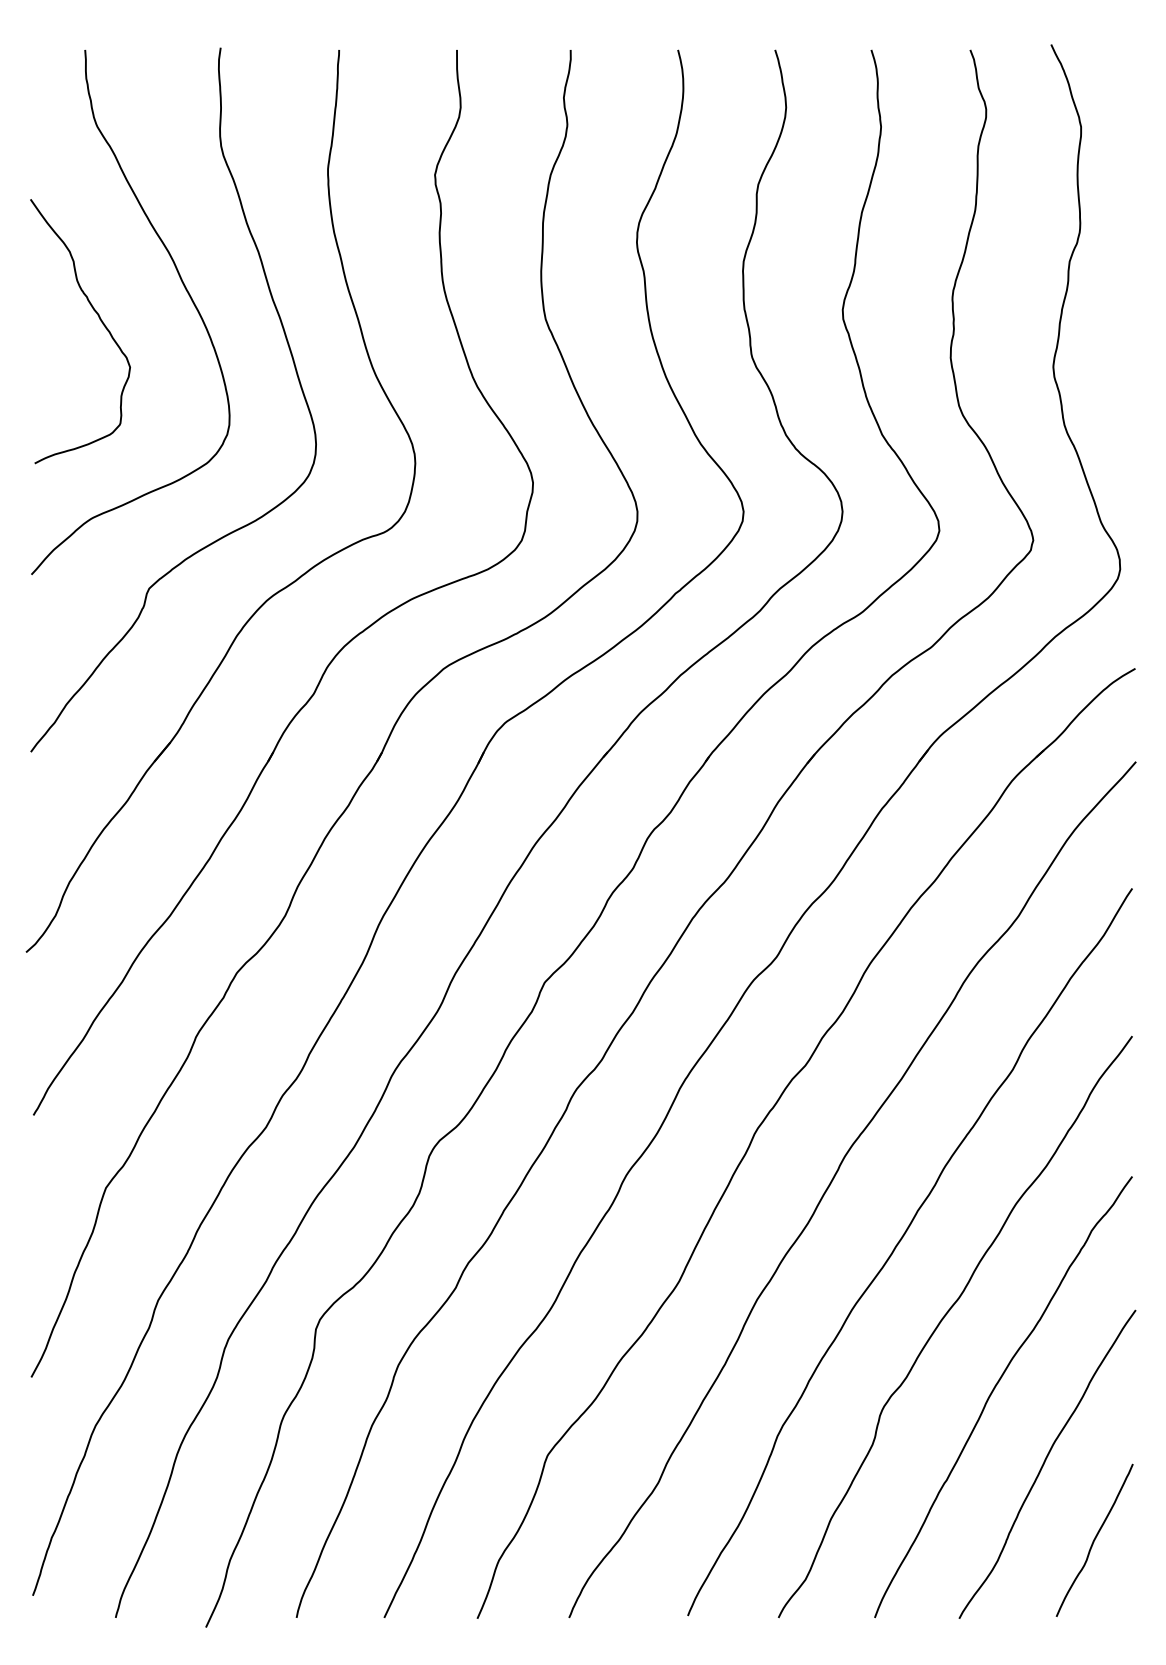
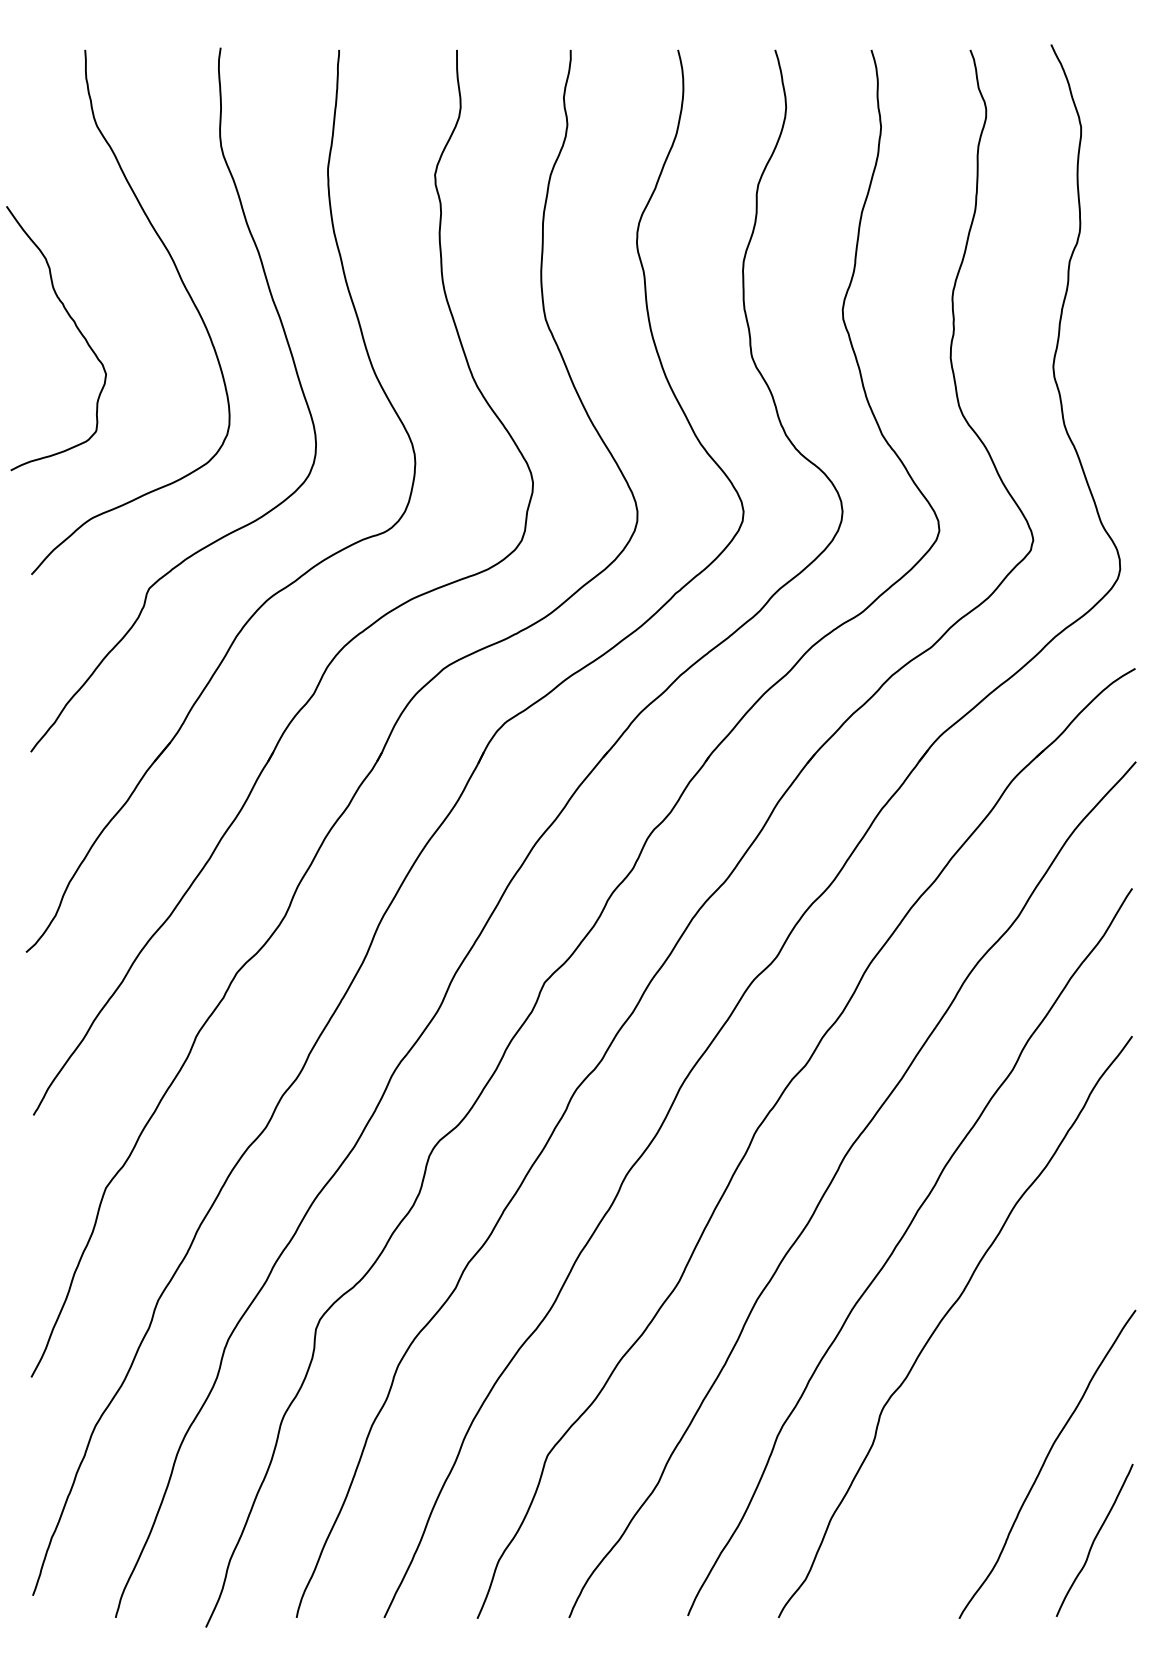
curve at (100, 321) position: (100, 321) -> (76, 328)
curve at (994, 1390): present -> none
